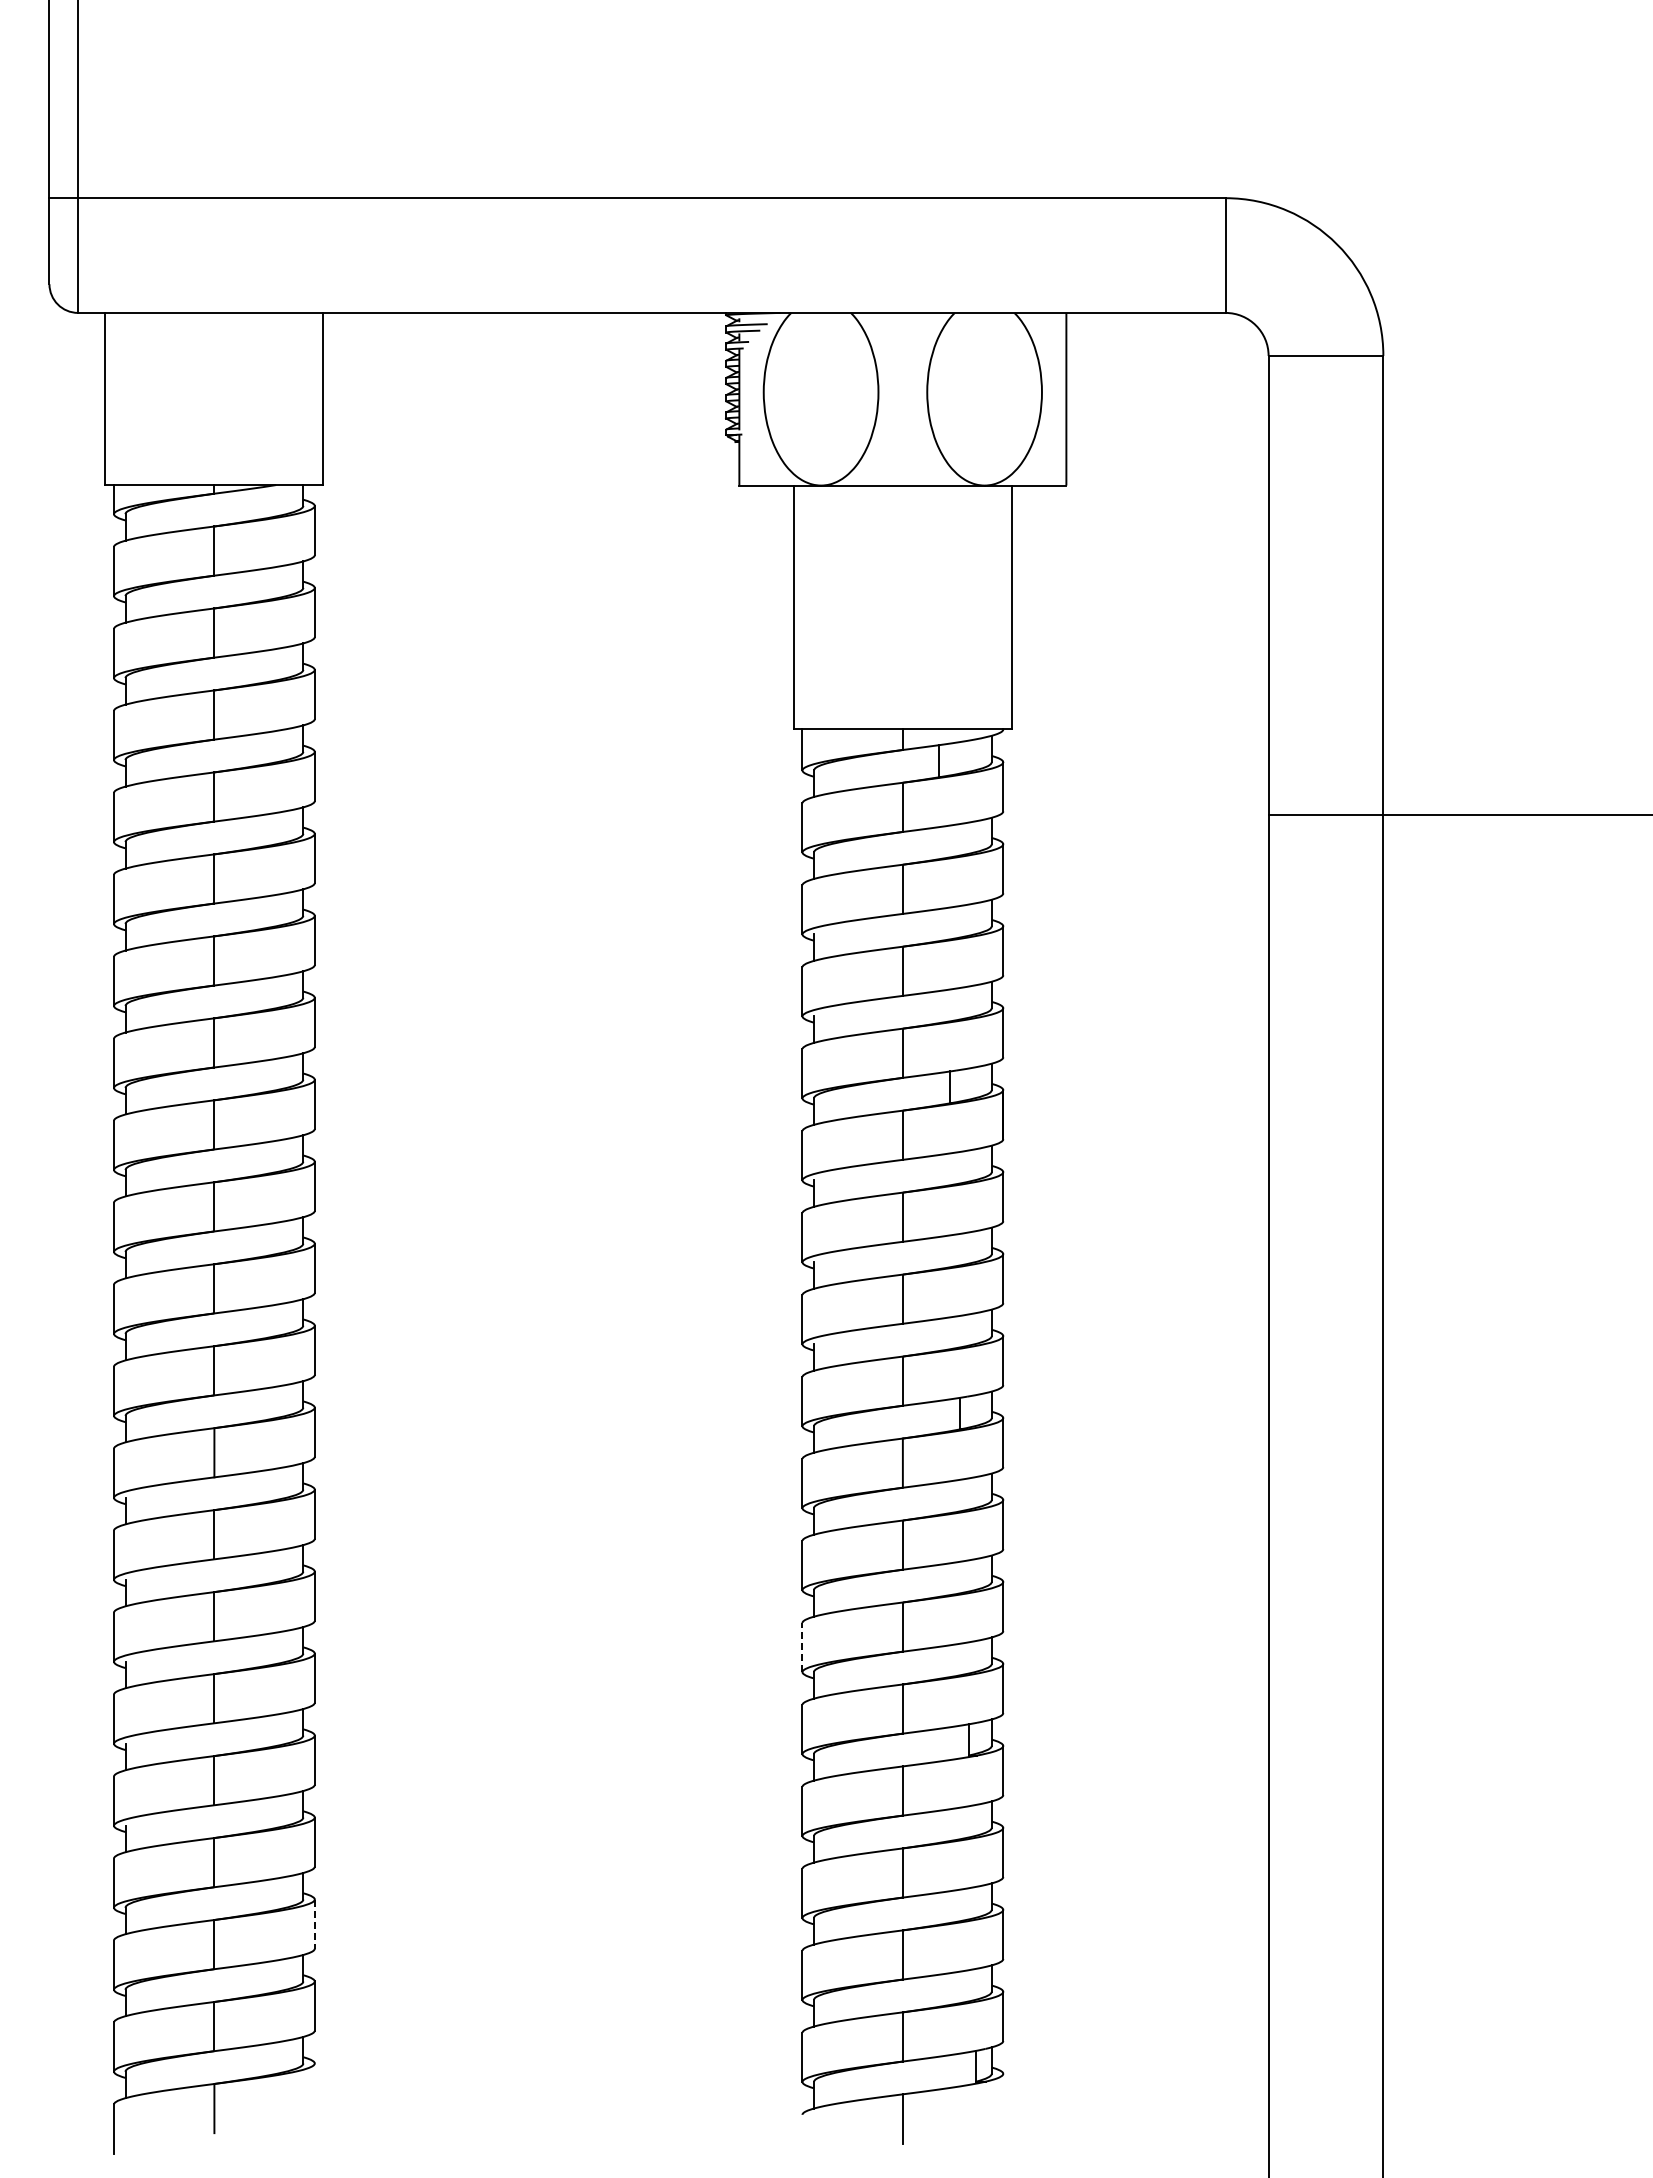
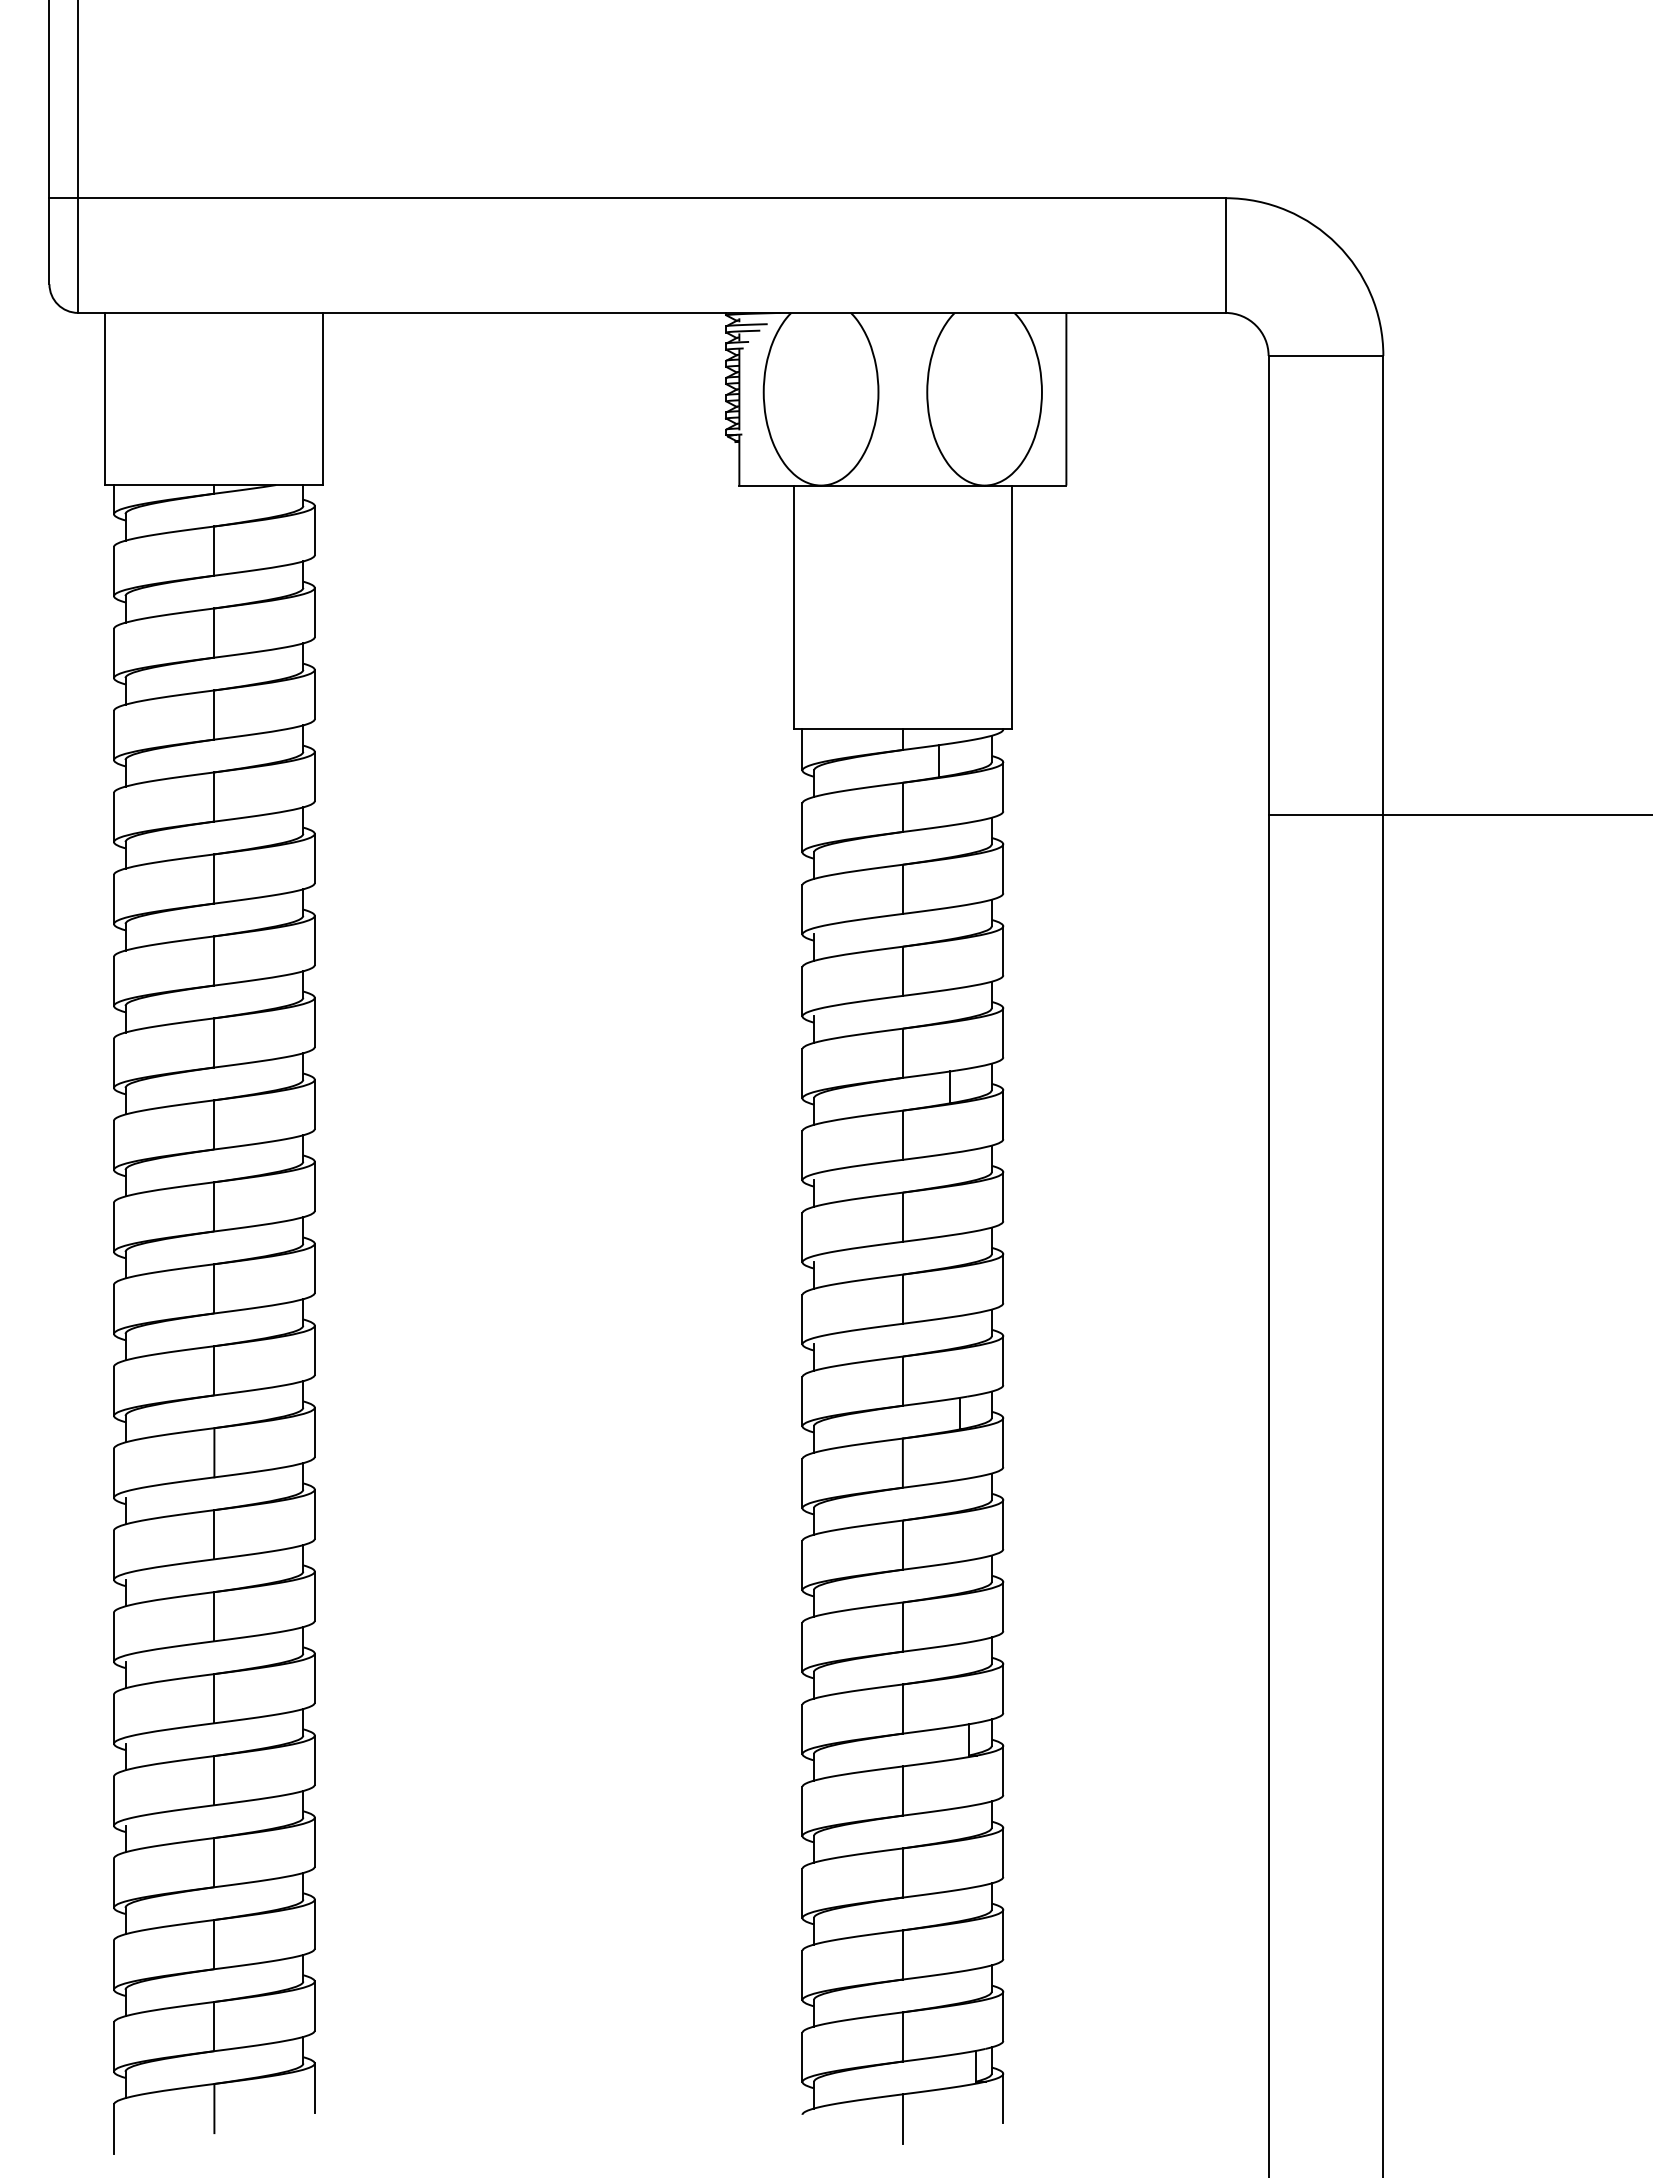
line at (802, 1647): dashed -> solid
line at (314, 1924): dashed -> solid
line at (314, 2087): none -> present
line at (1003, 2098): none -> present
